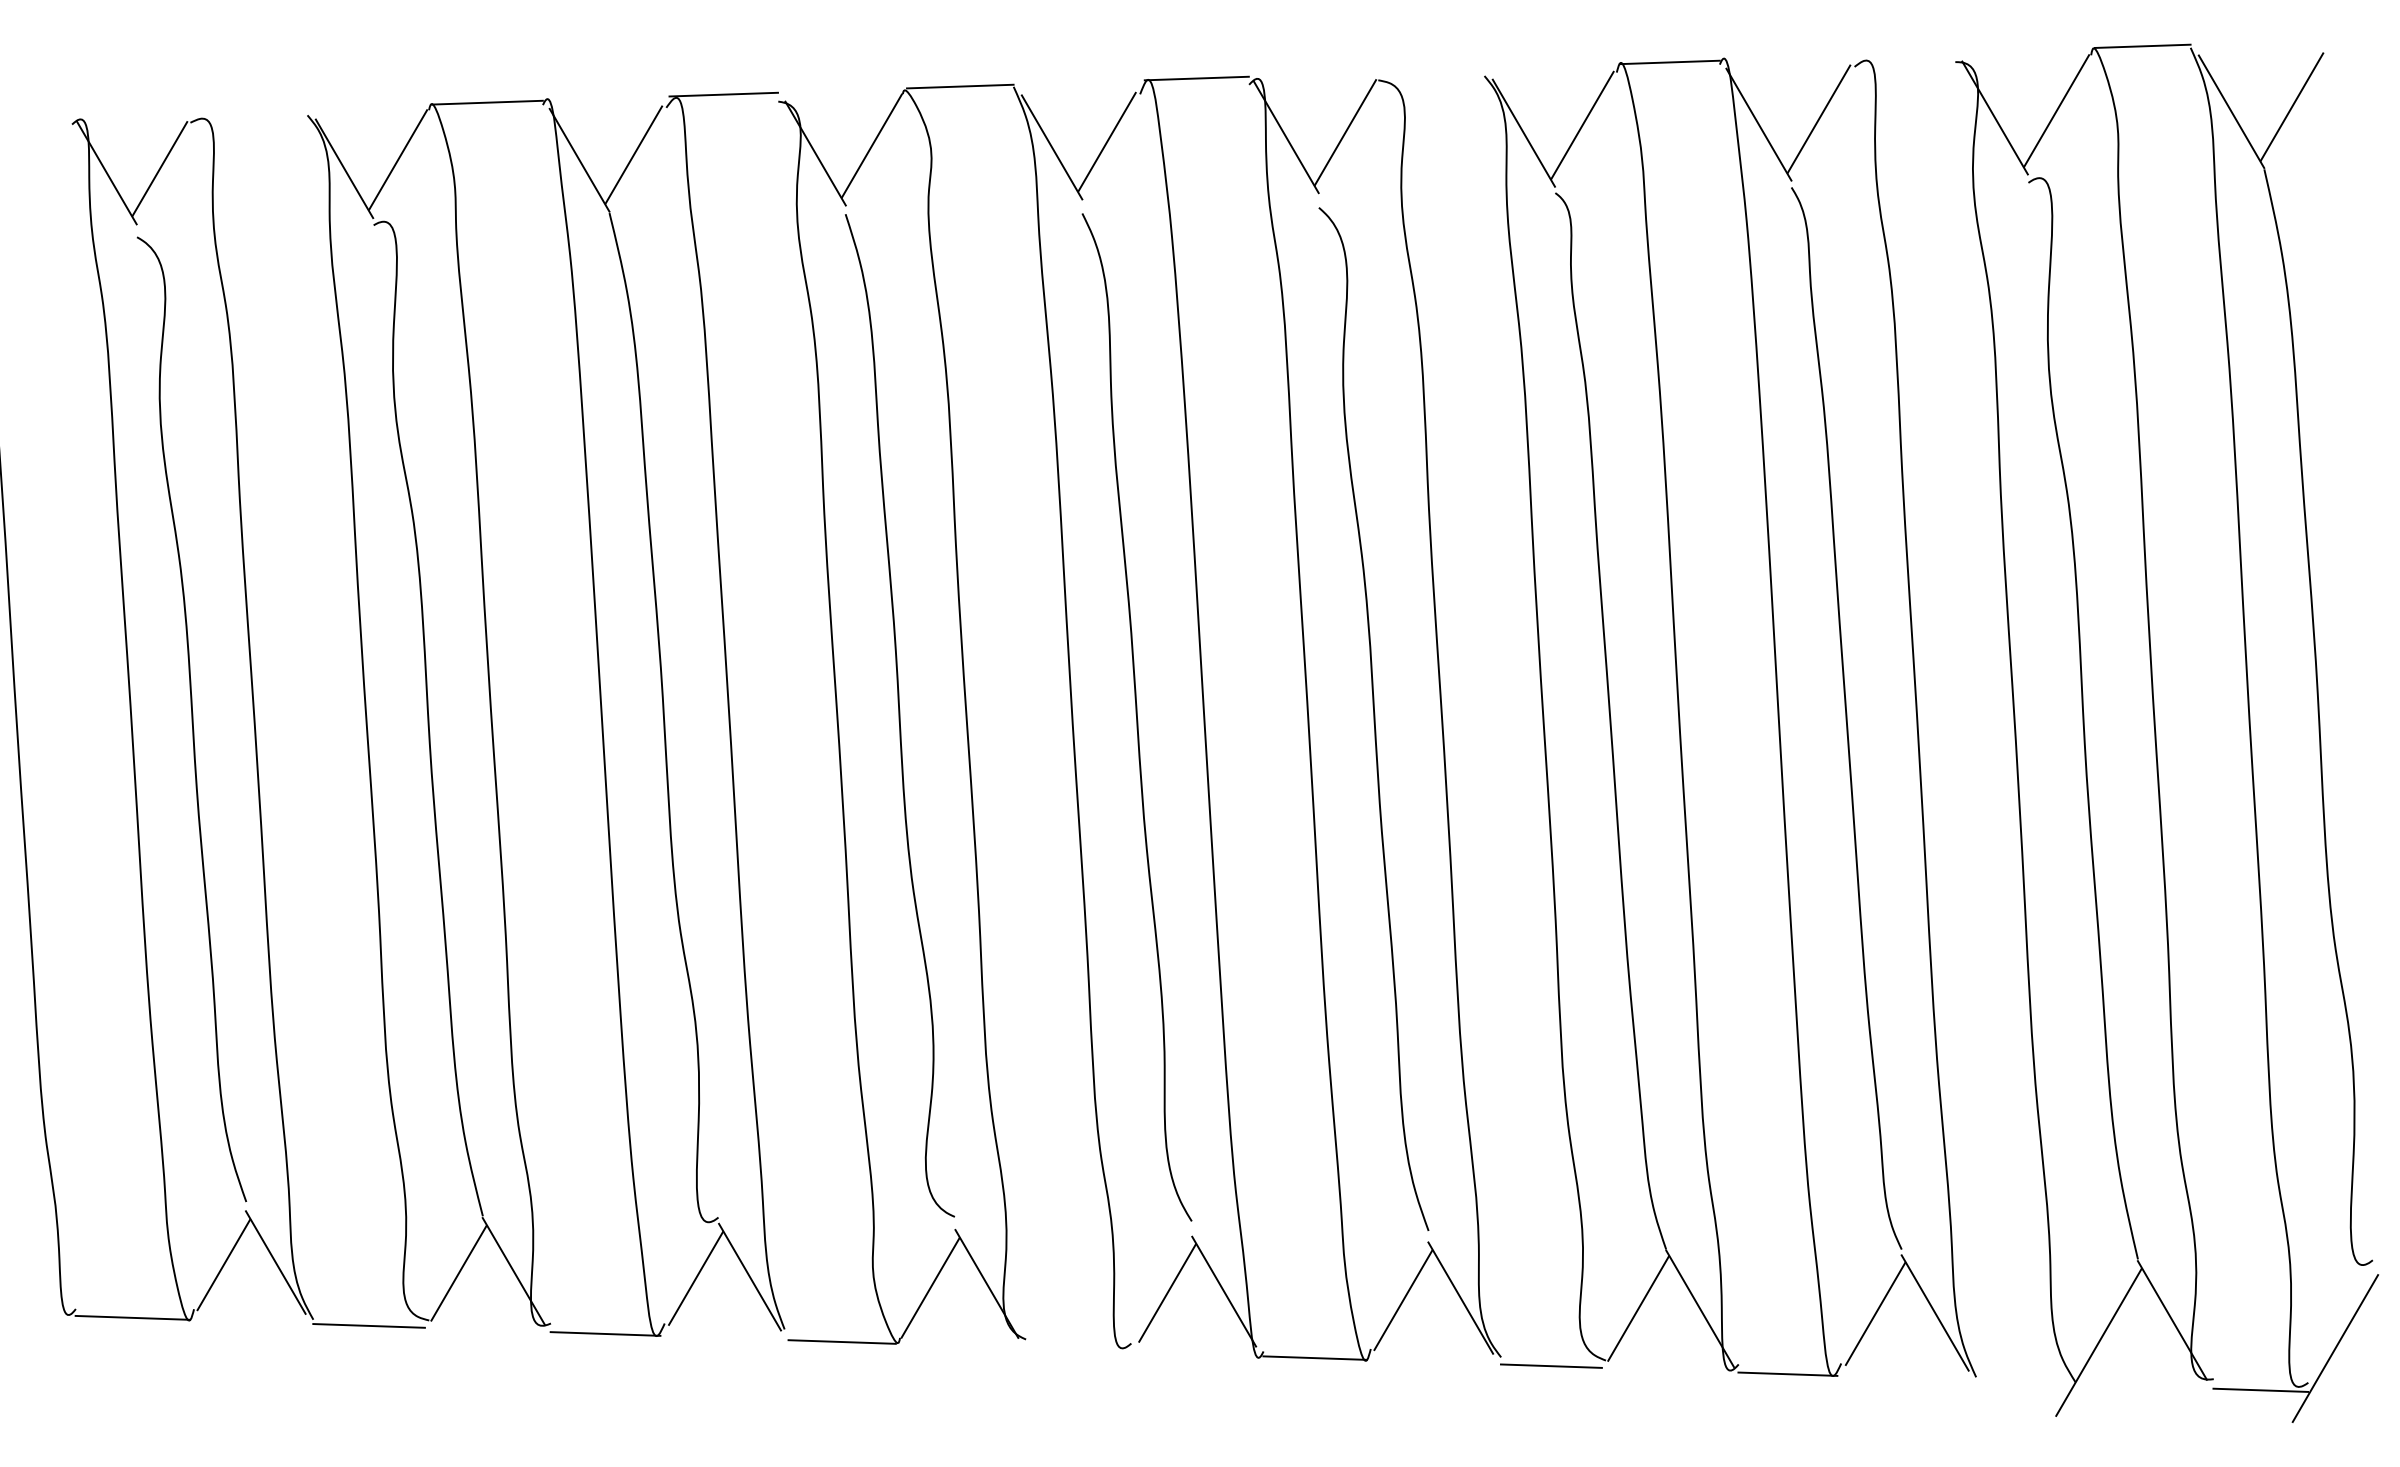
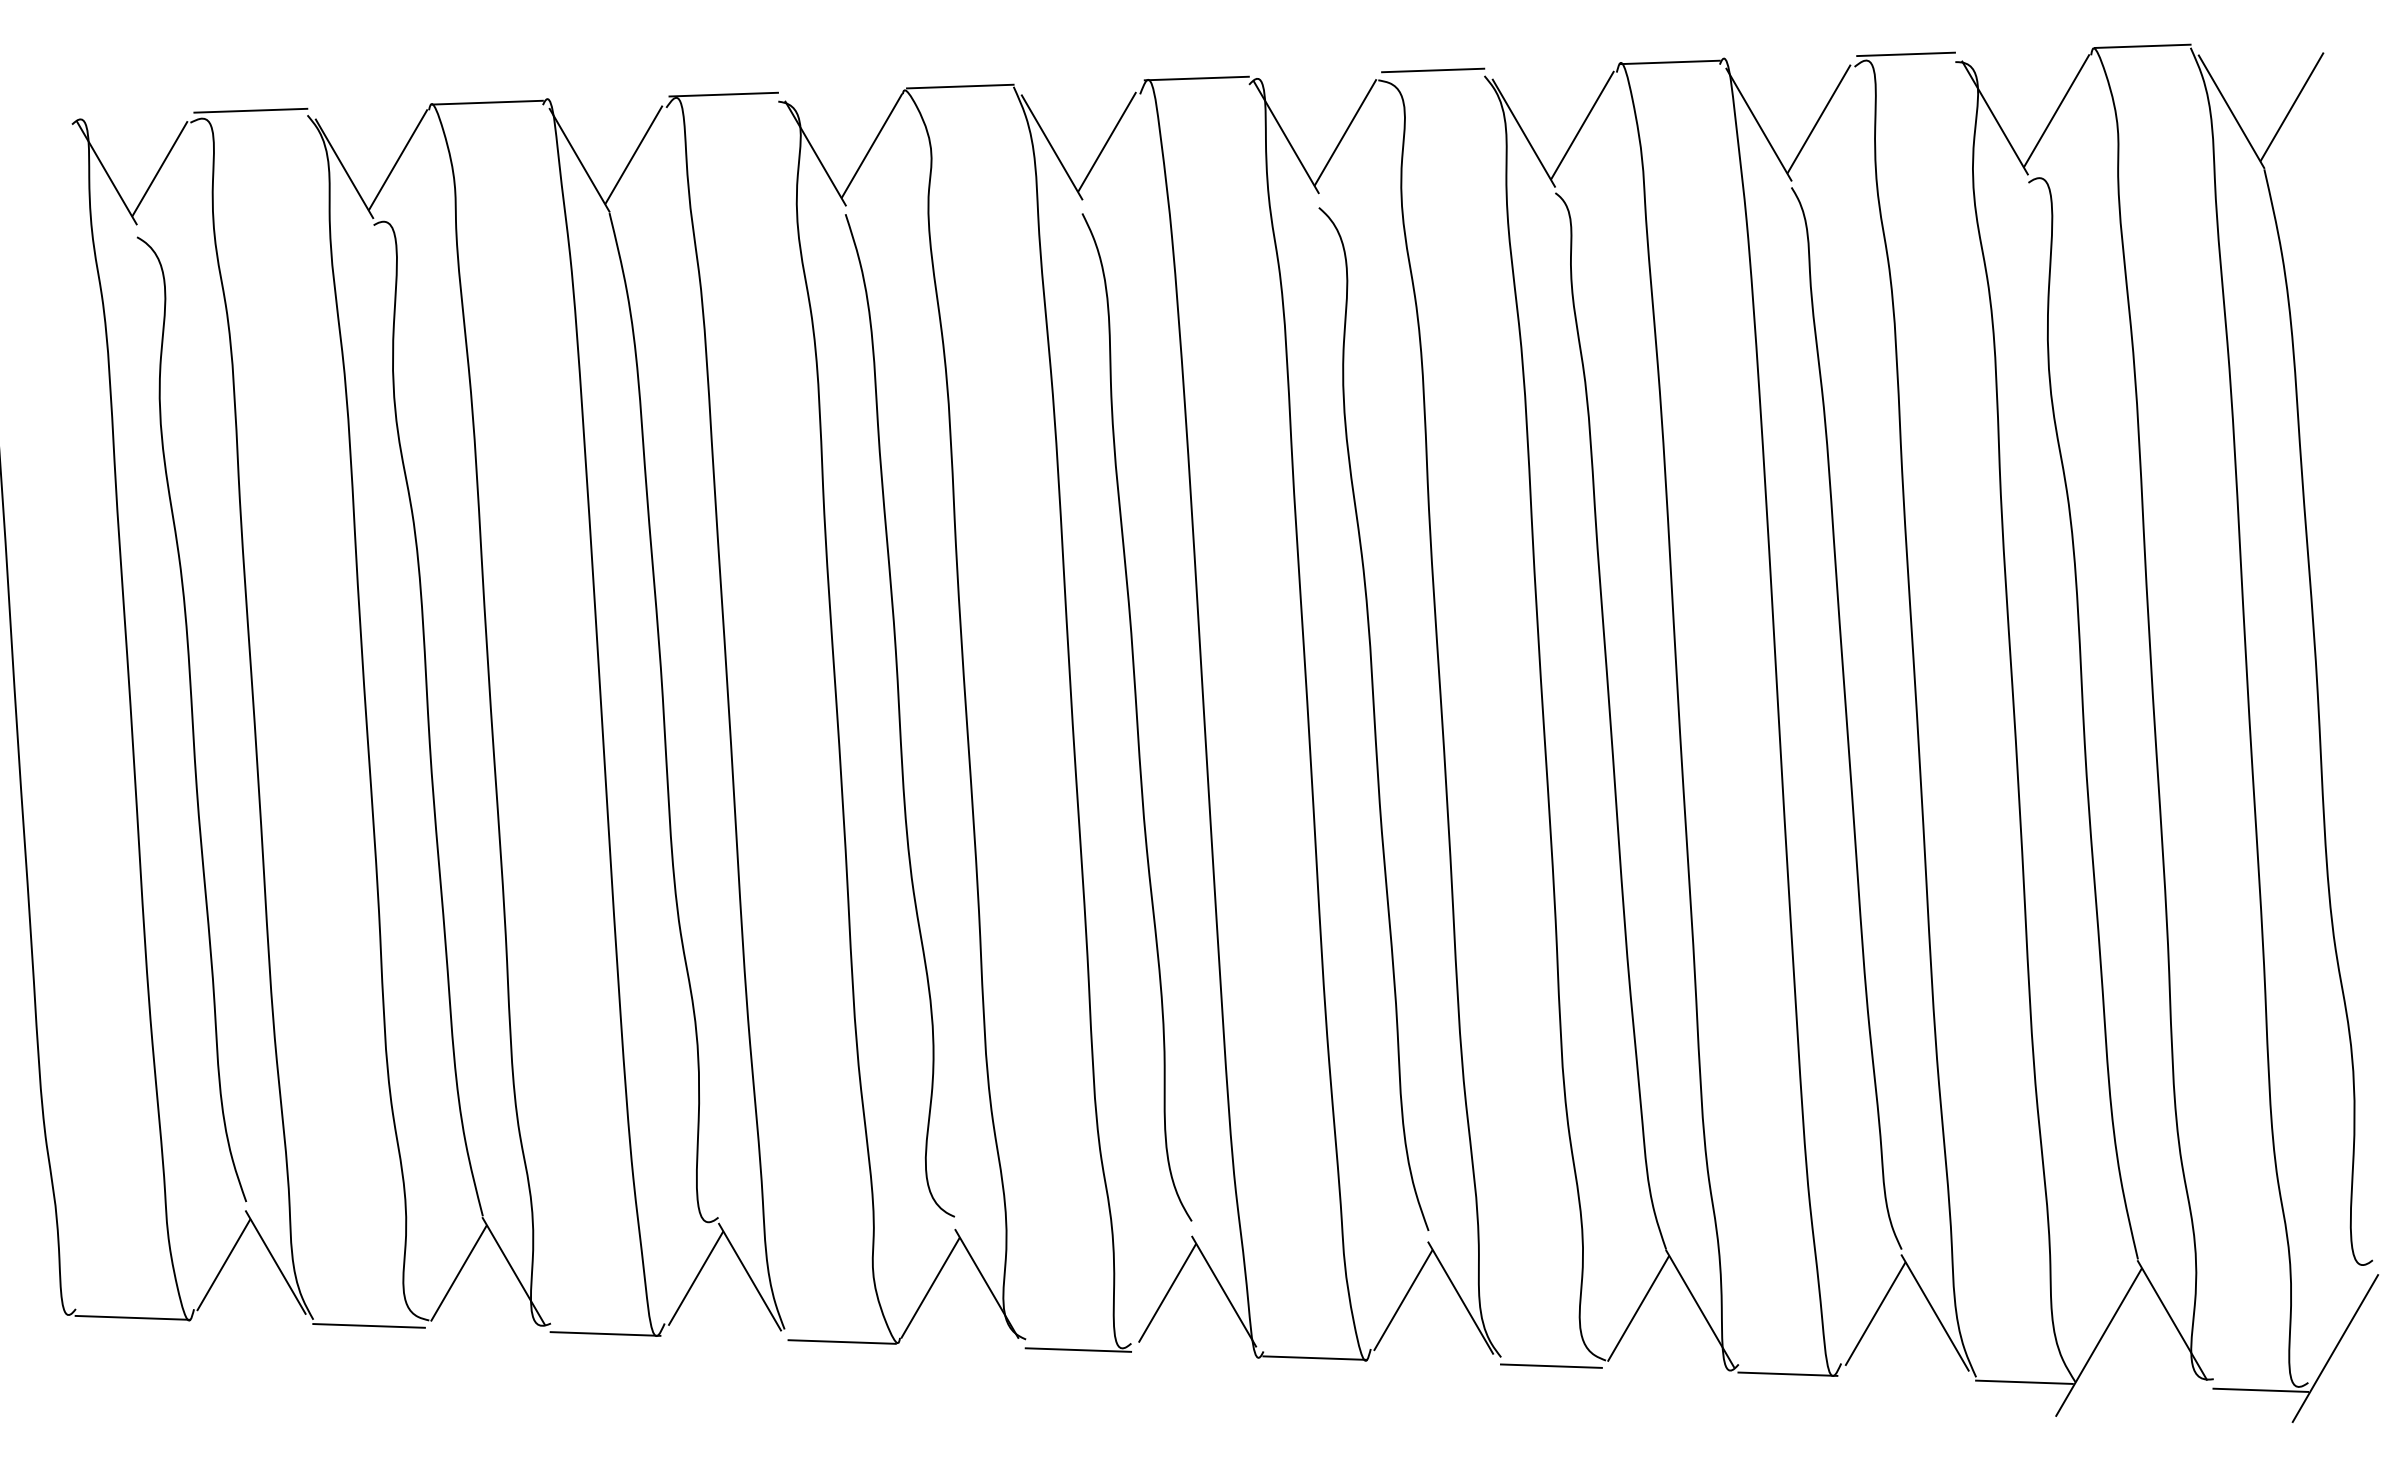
line at (1905, 54): none -> present
line at (1433, 70): none -> present
line at (250, 110): none -> present
line at (1078, 1349): none -> present
line at (2024, 1381): none -> present
